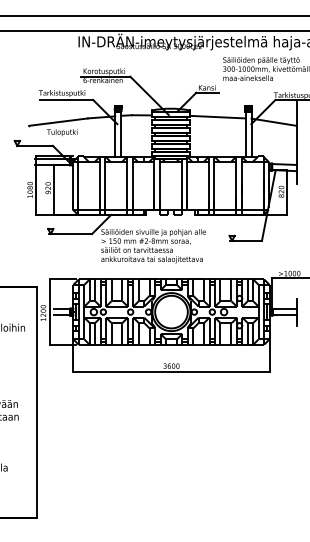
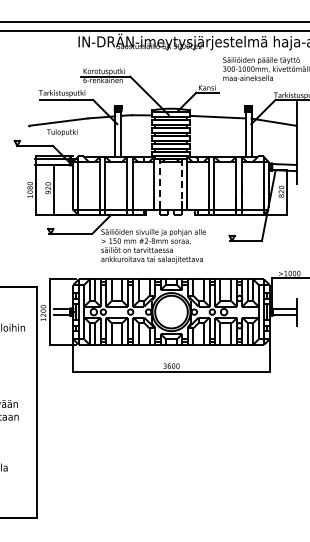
line at (154, 16) position: (154, 16) -> (154, 22)
line at (159, 183): solid -> dashed
line at (181, 184): solid -> dashed
